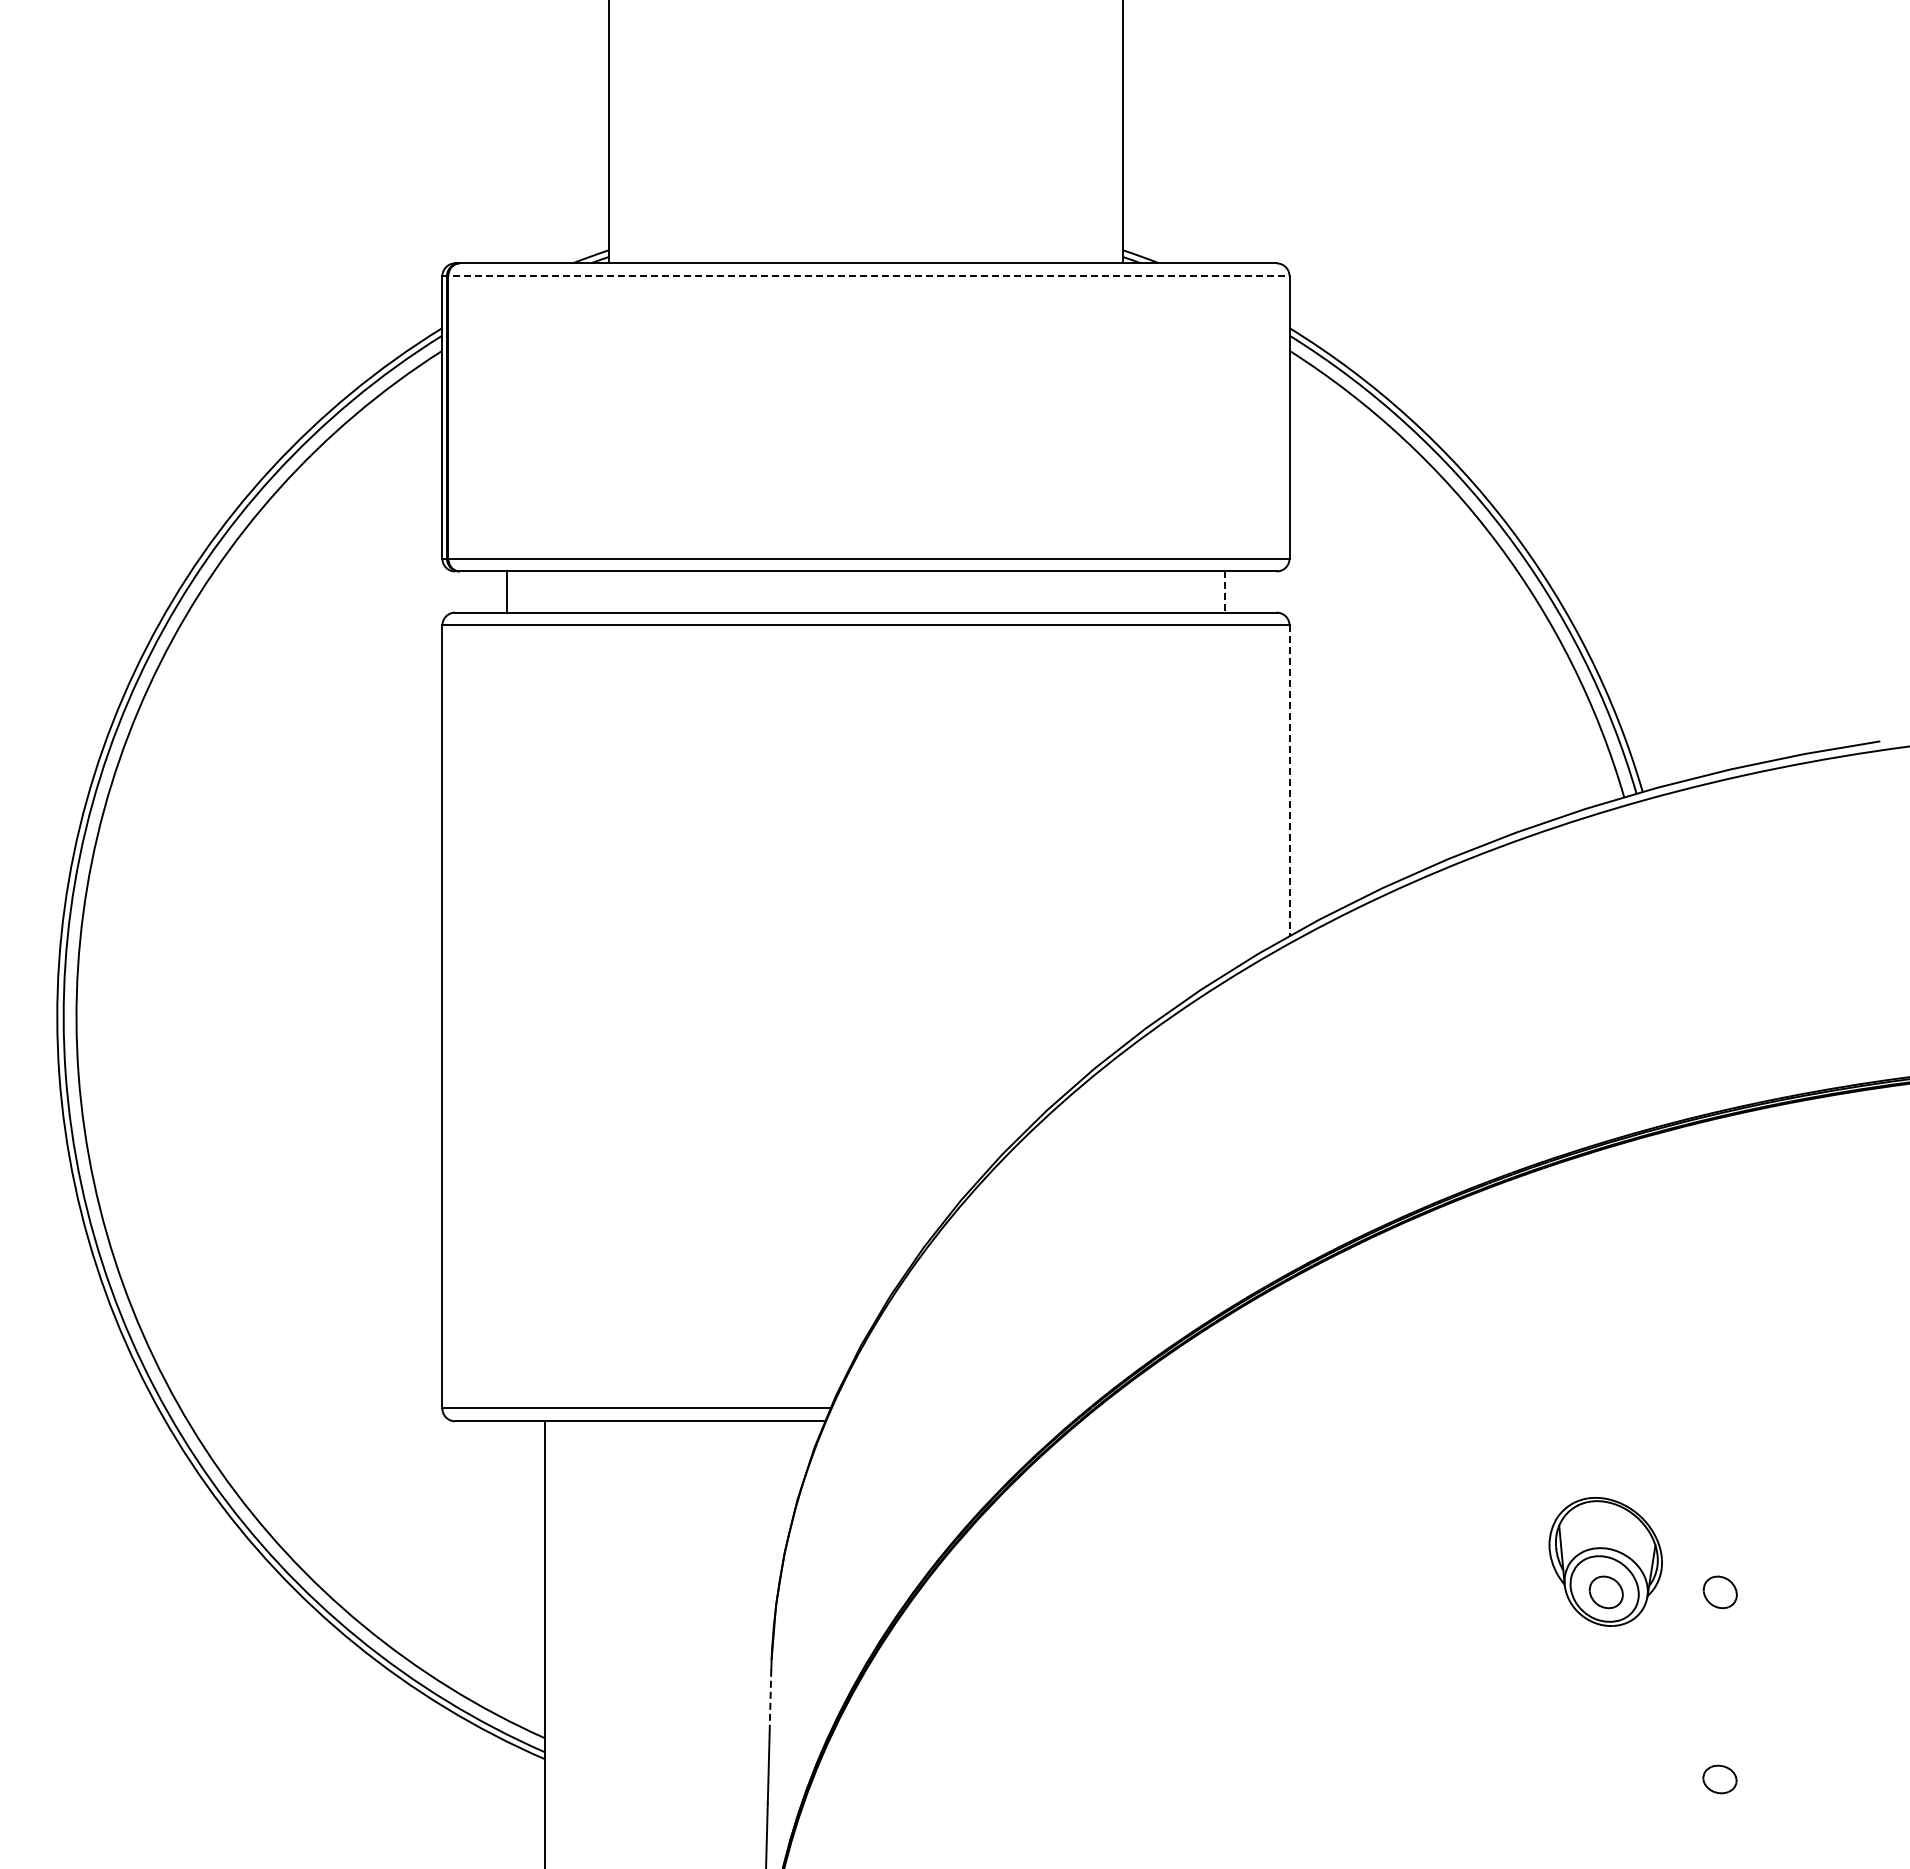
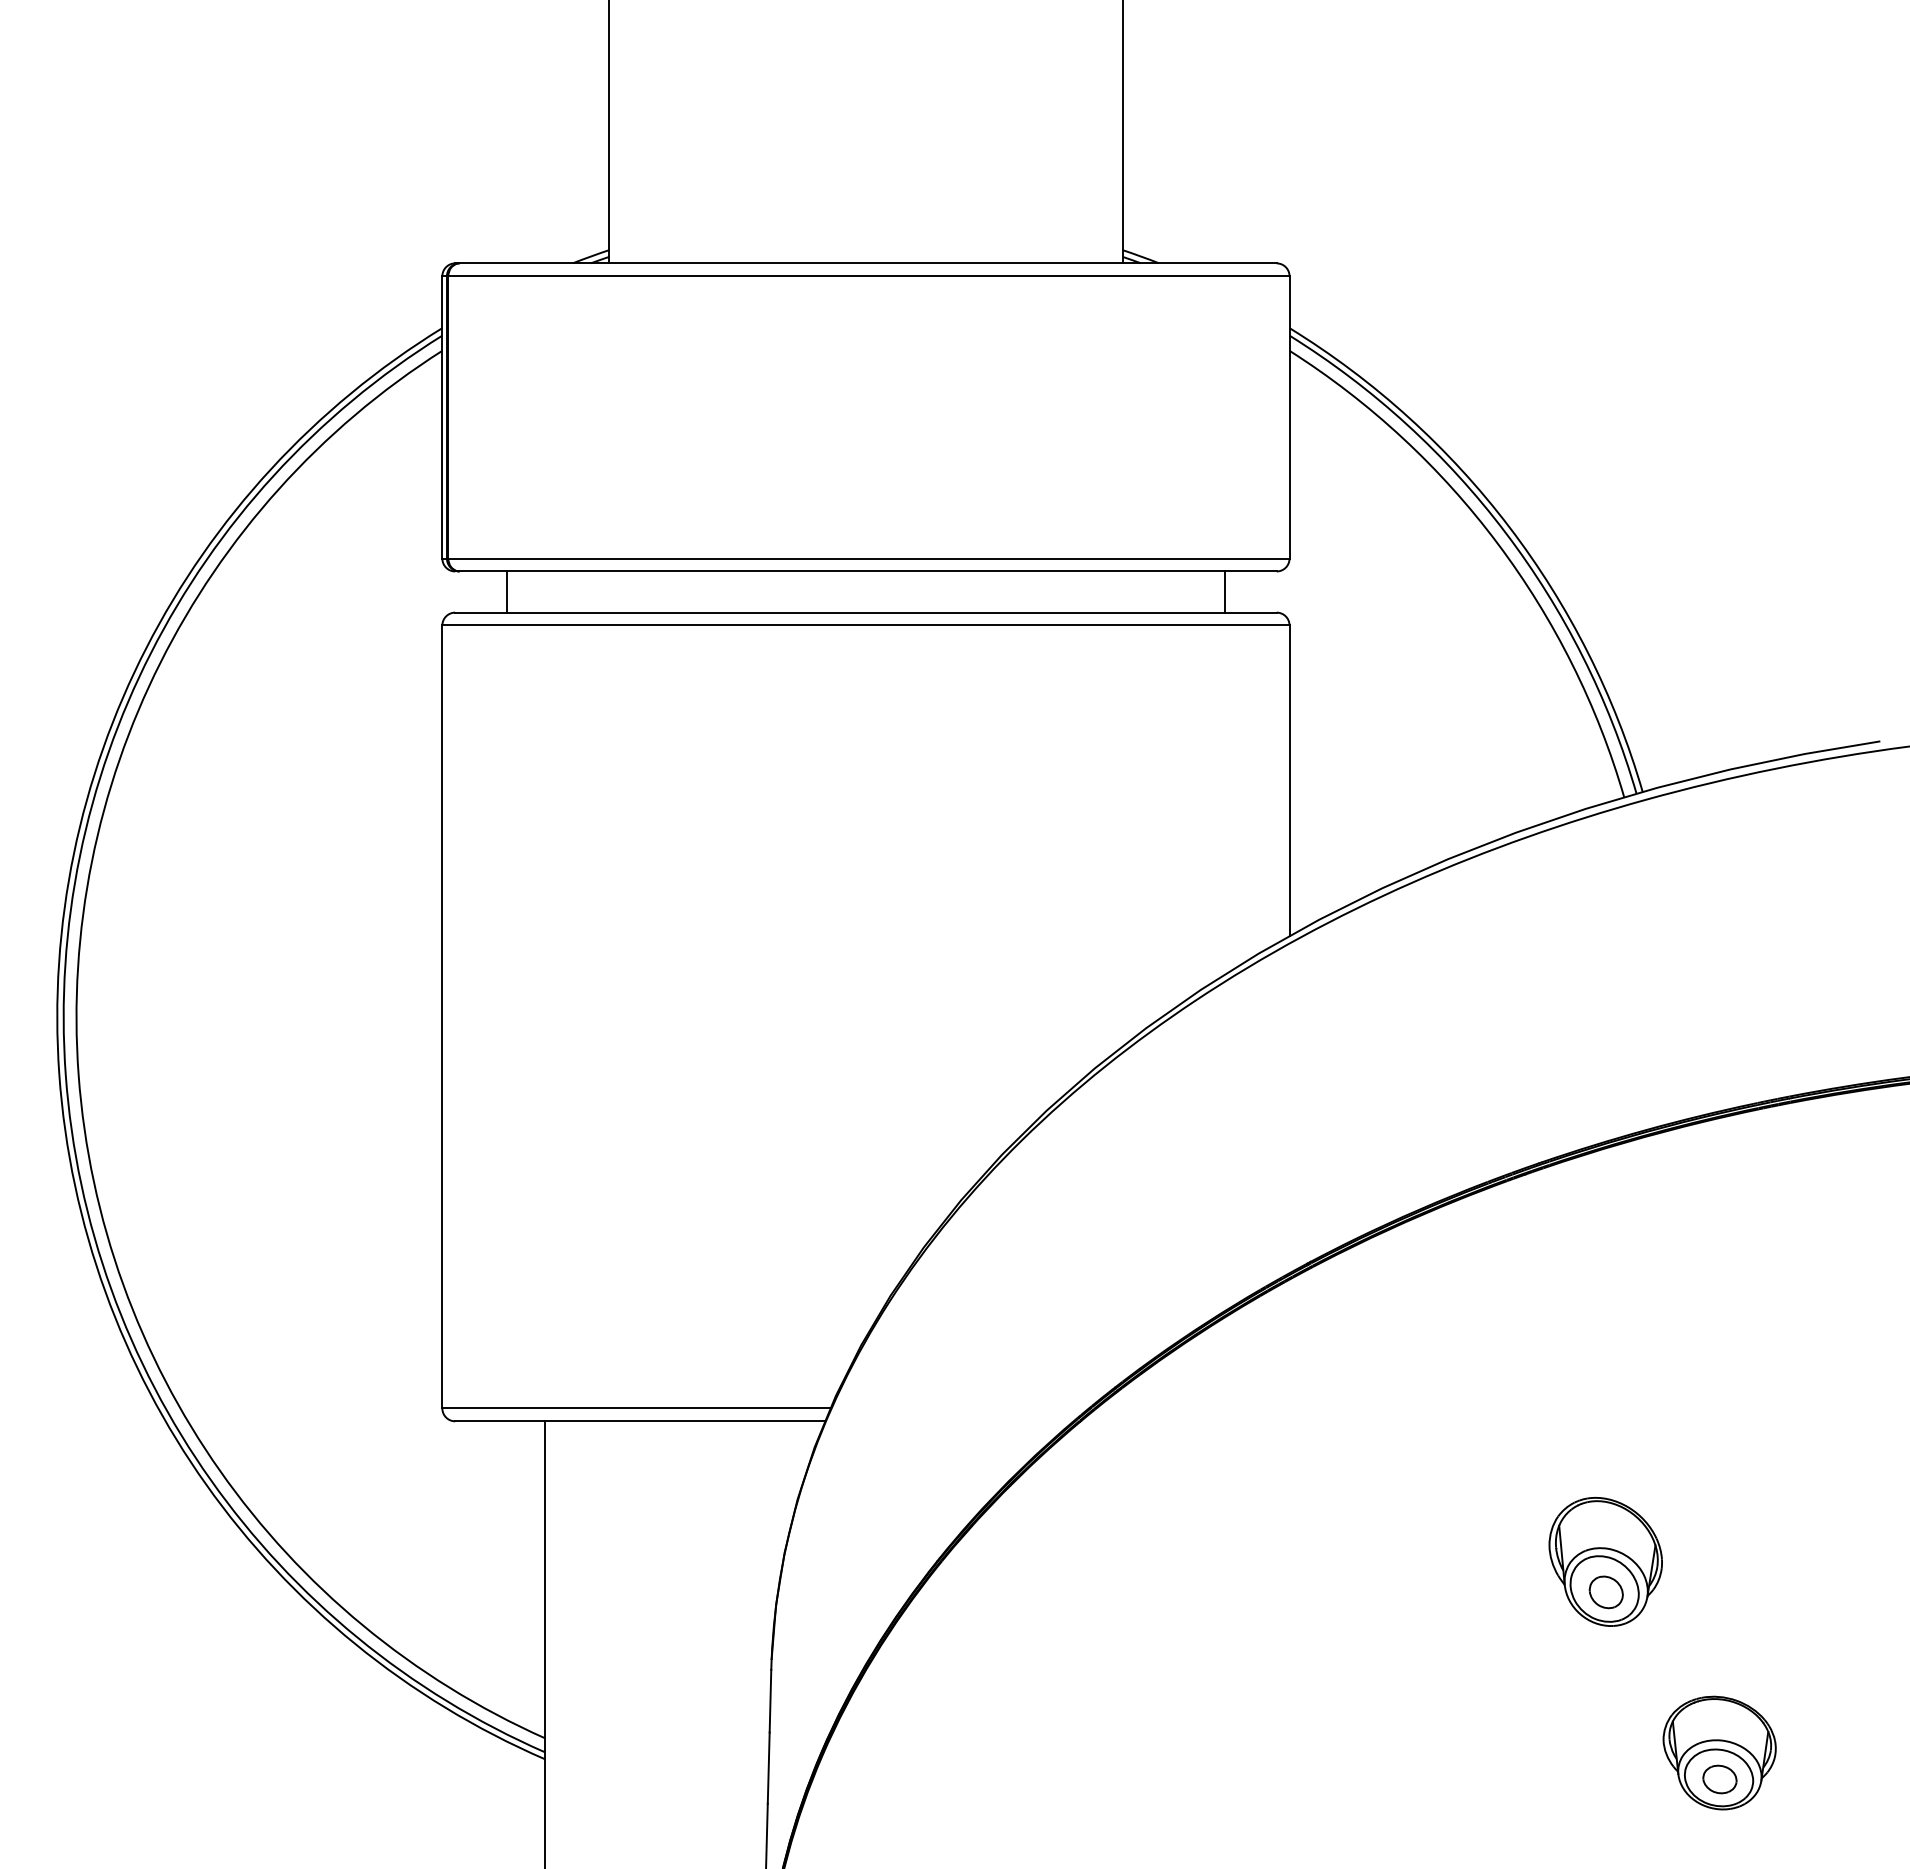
line at (865, 276): dashed -> solid
line at (1225, 592): dashed -> solid
line at (1289, 781): dashed -> solid
part at (1719, 1592): present -> none
line at (770, 1701): dashed -> solid
part at (1719, 1752): none -> present
